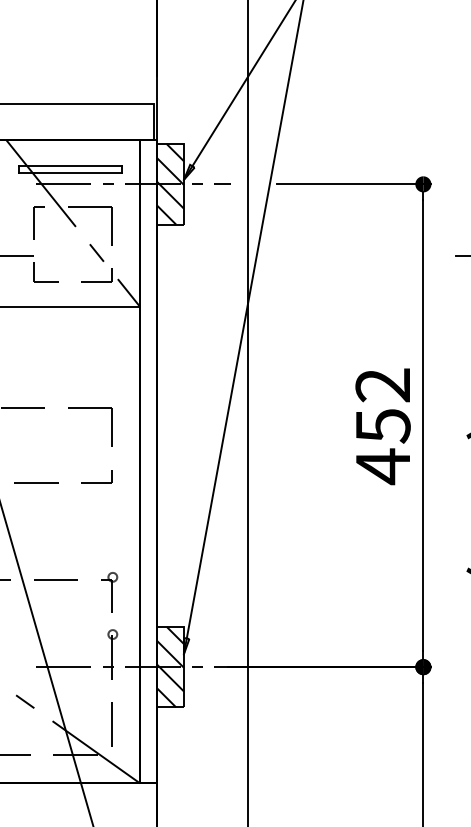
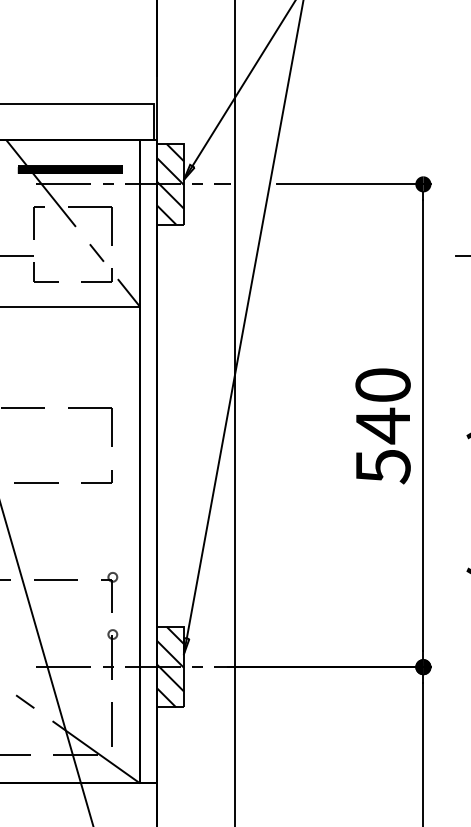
hatch at (70, 169): none -> present
line at (248, 412) position: (248, 412) -> (235, 412)
text at (382, 426): 452 -> 540
